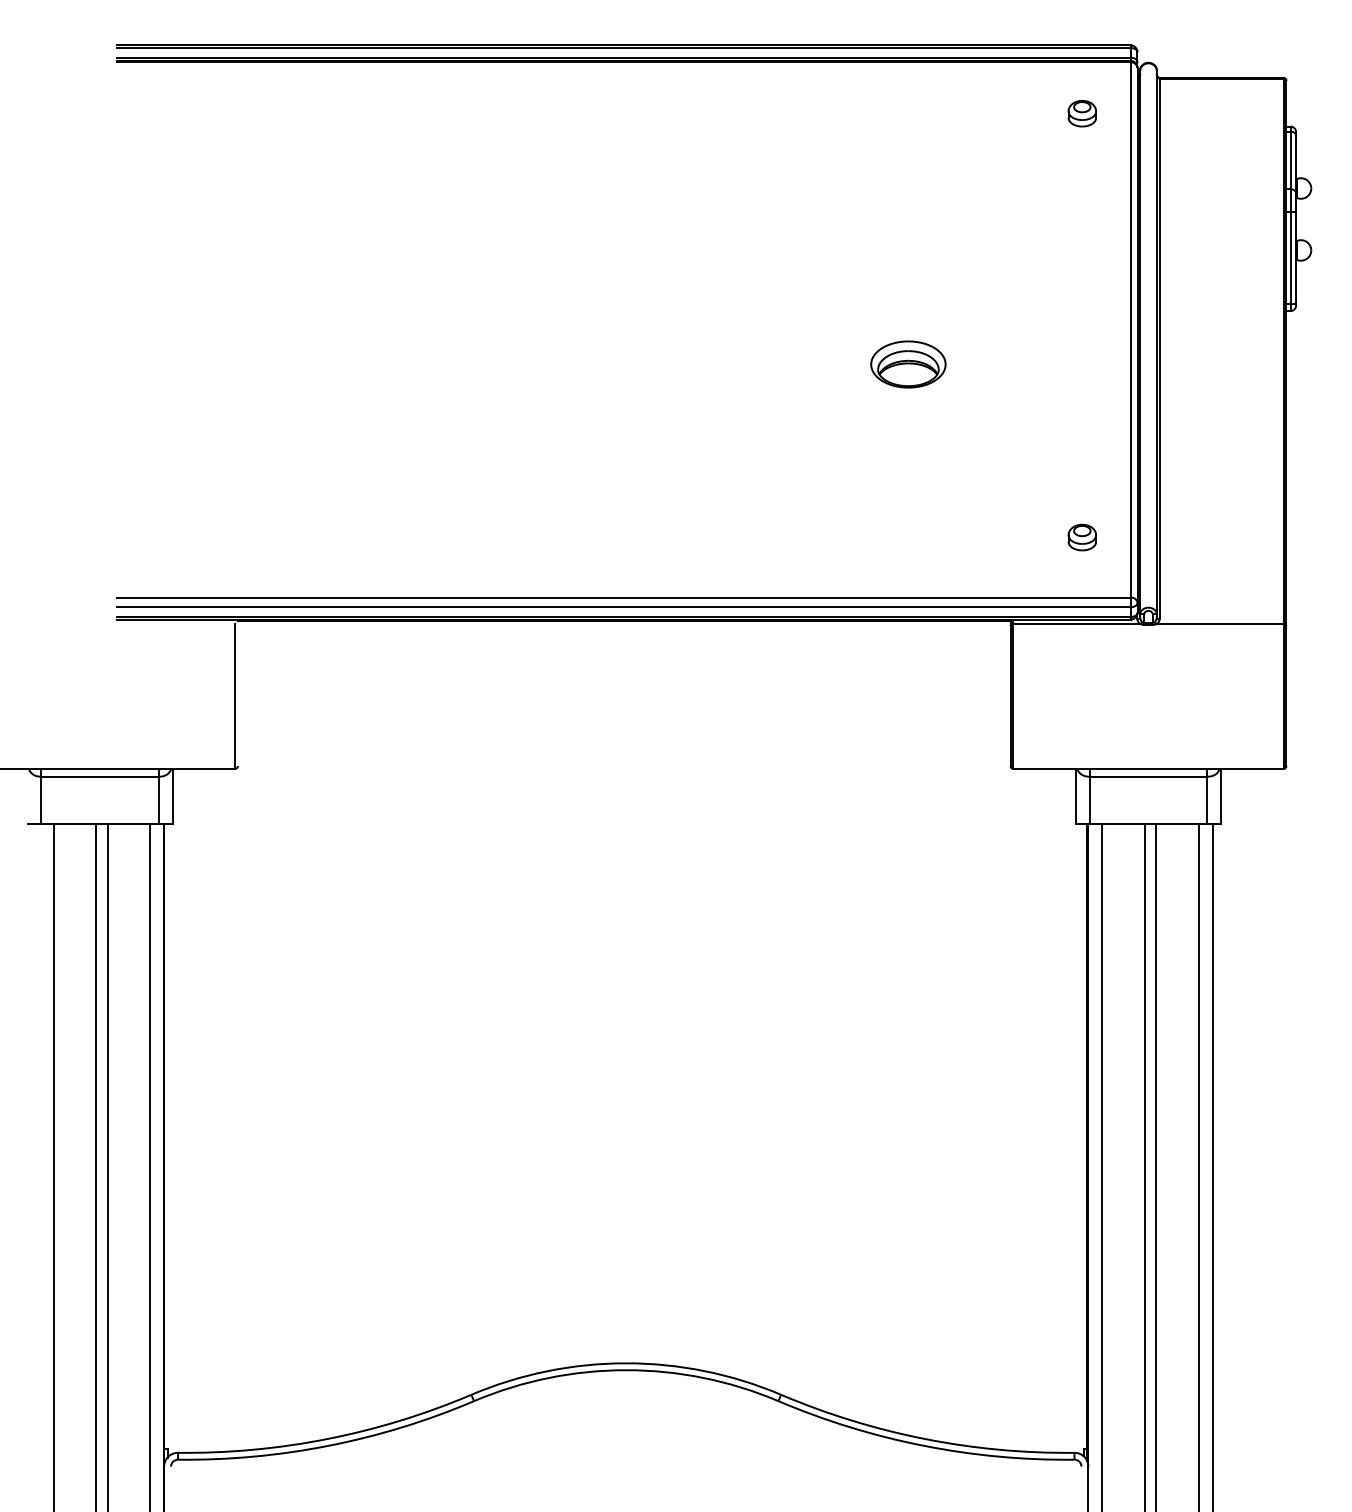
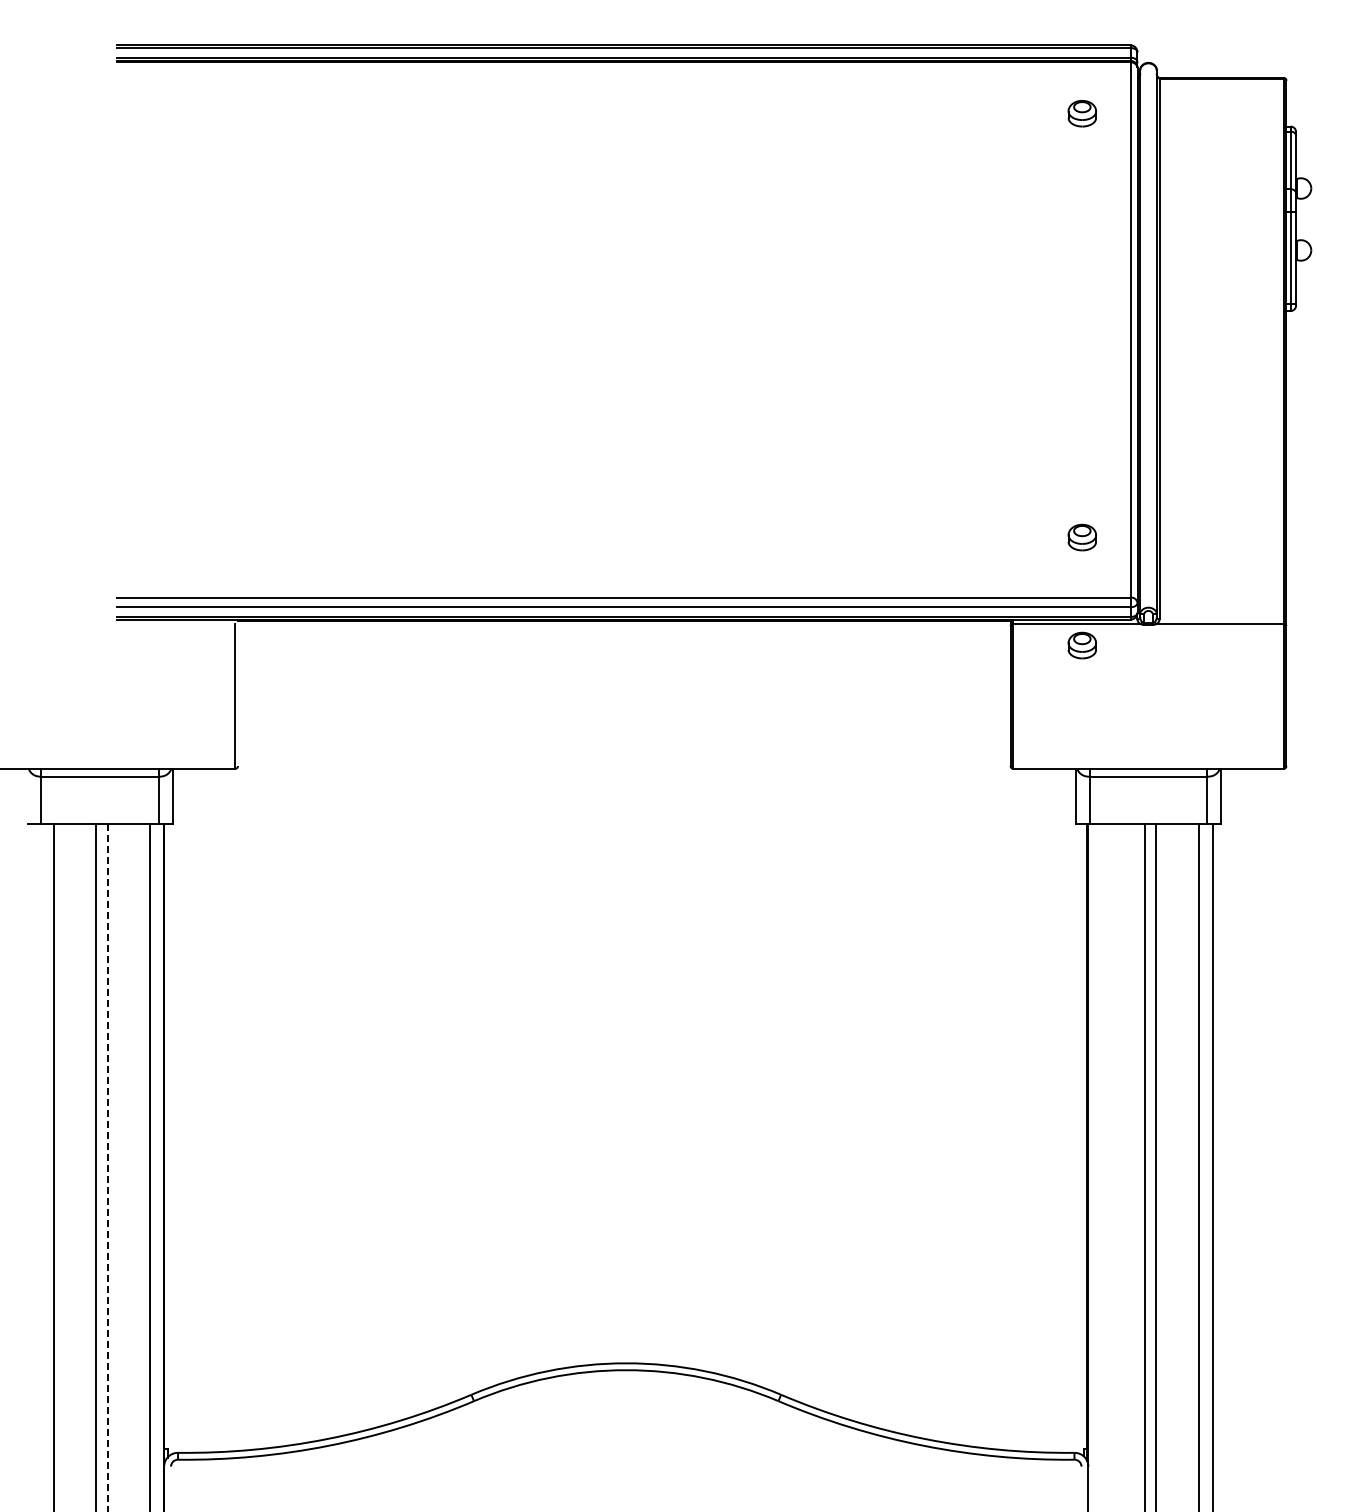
part at (908, 364): present -> none
part at (1081, 645): none -> present
line at (1102, 1165): present -> none
line at (107, 1167): solid -> dashed
